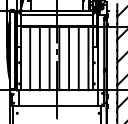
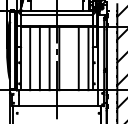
line at (69, 58): present -> none
